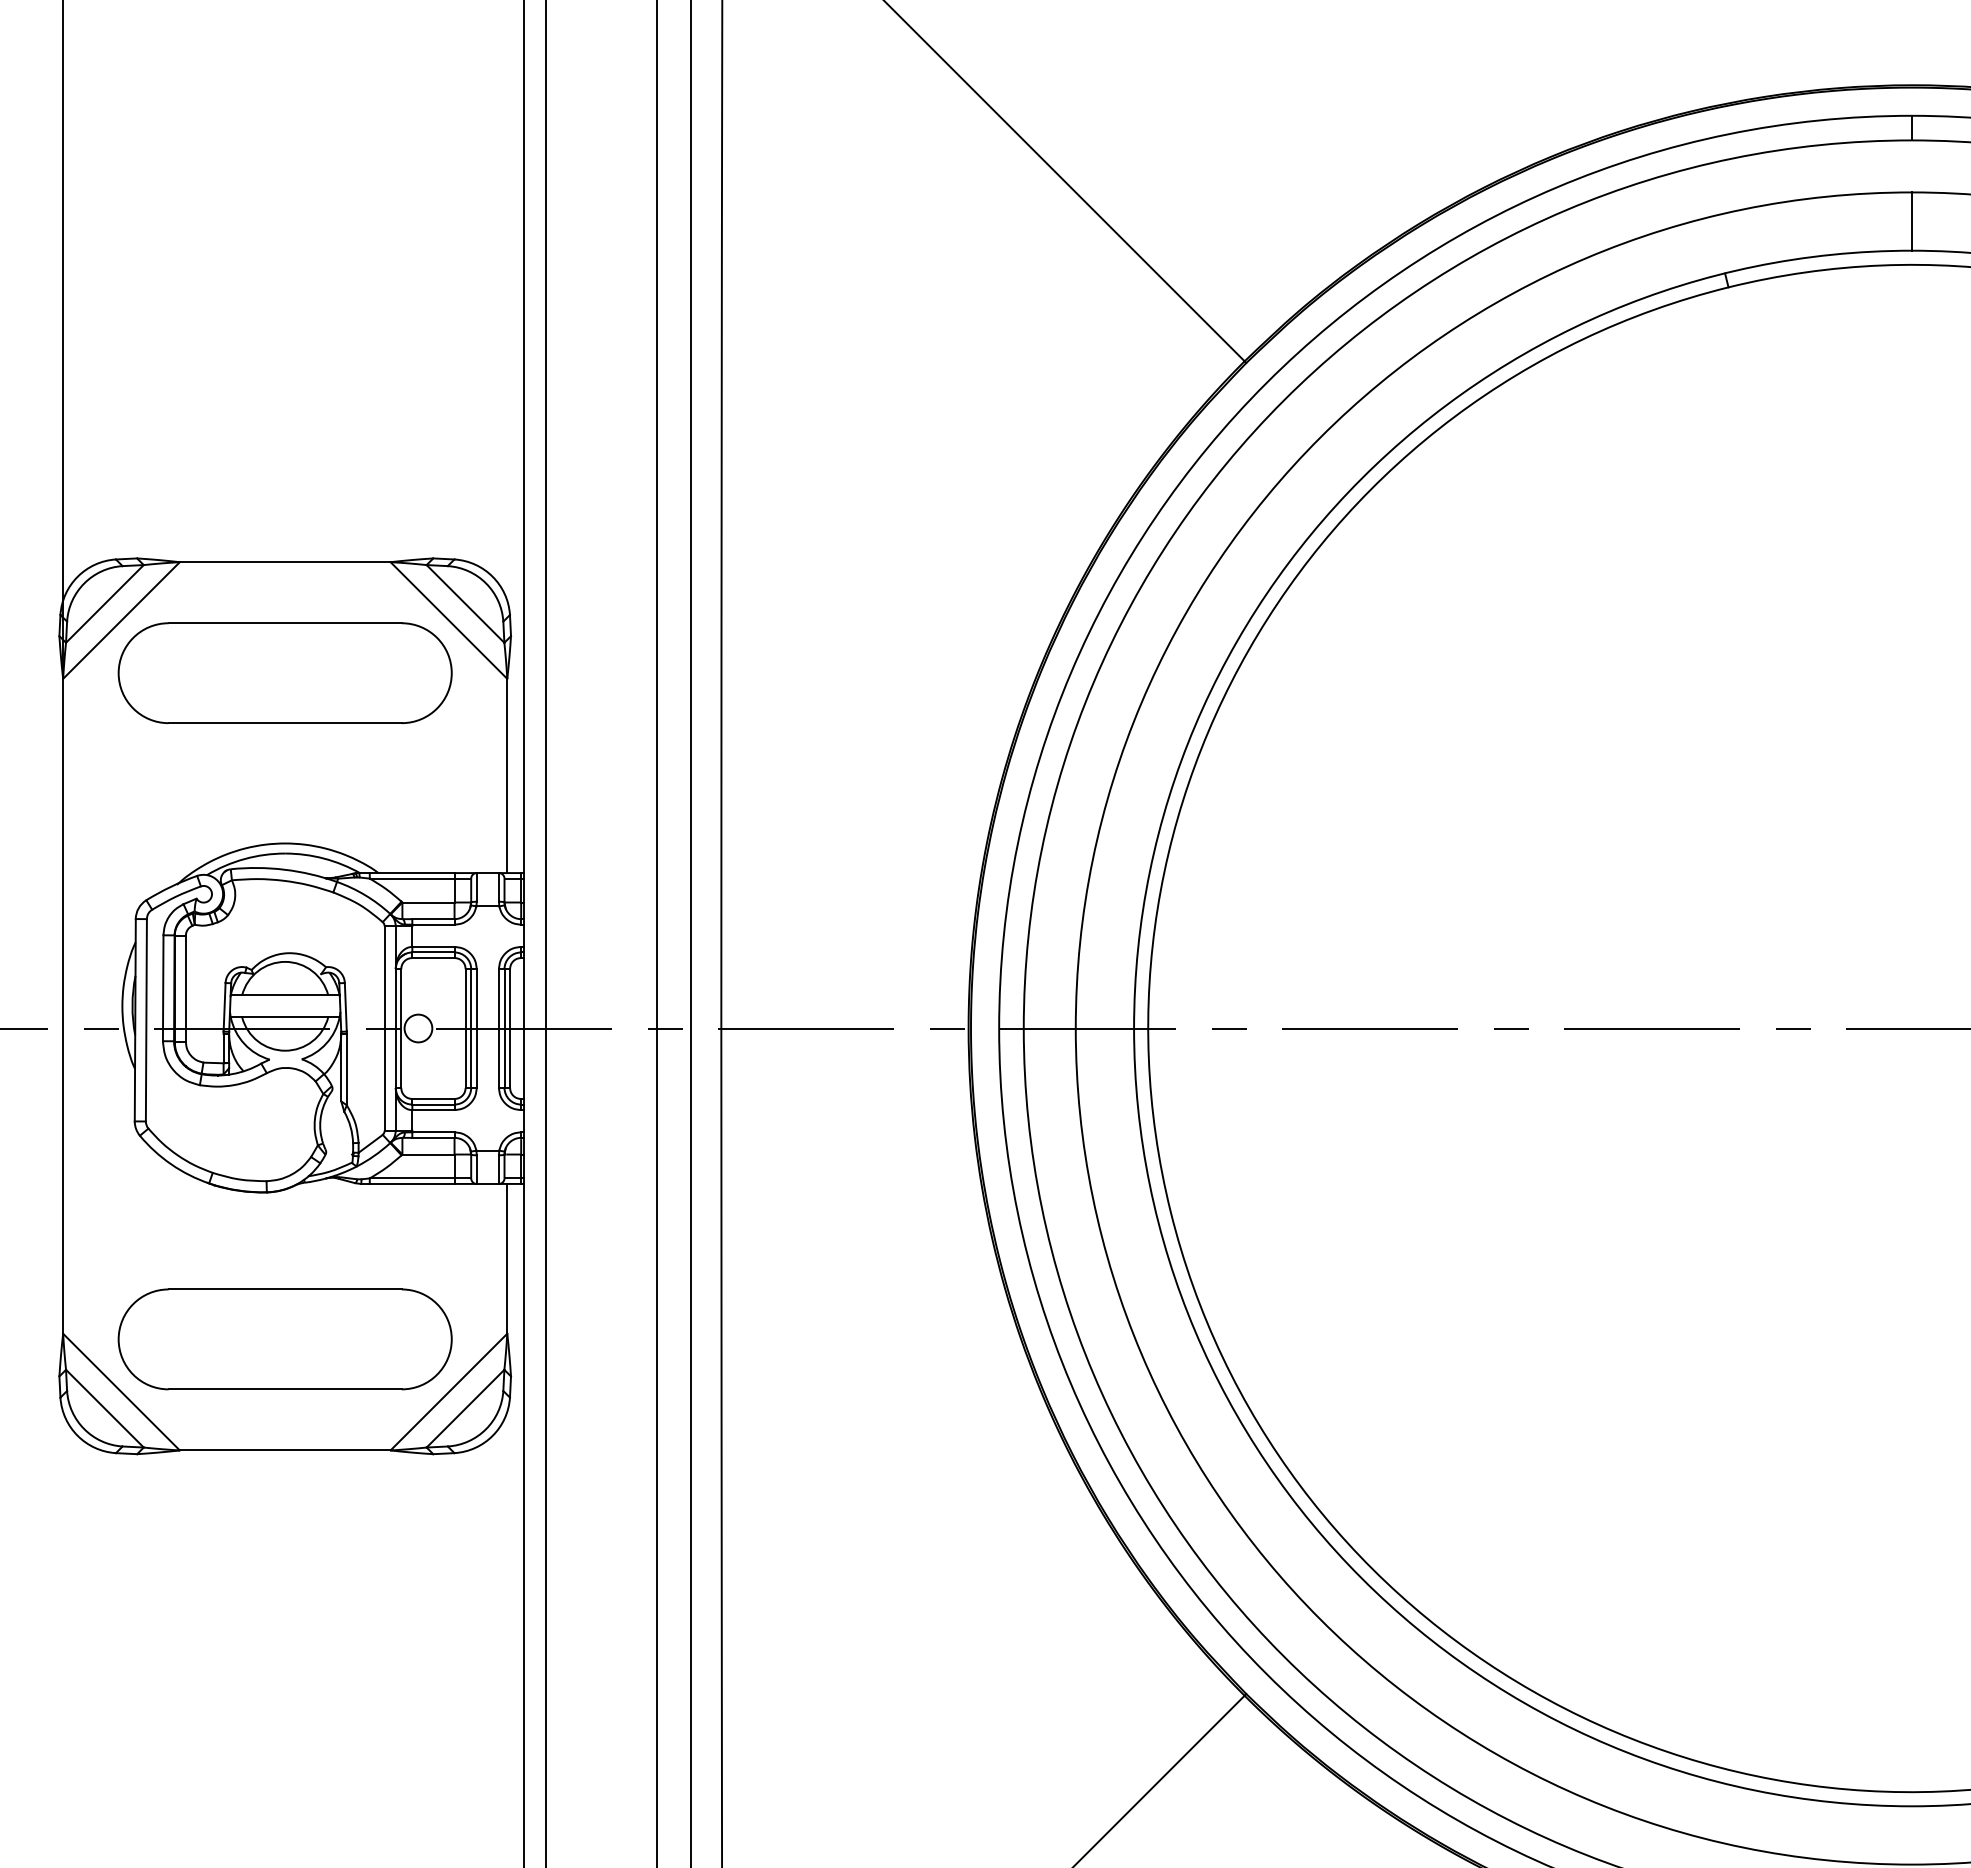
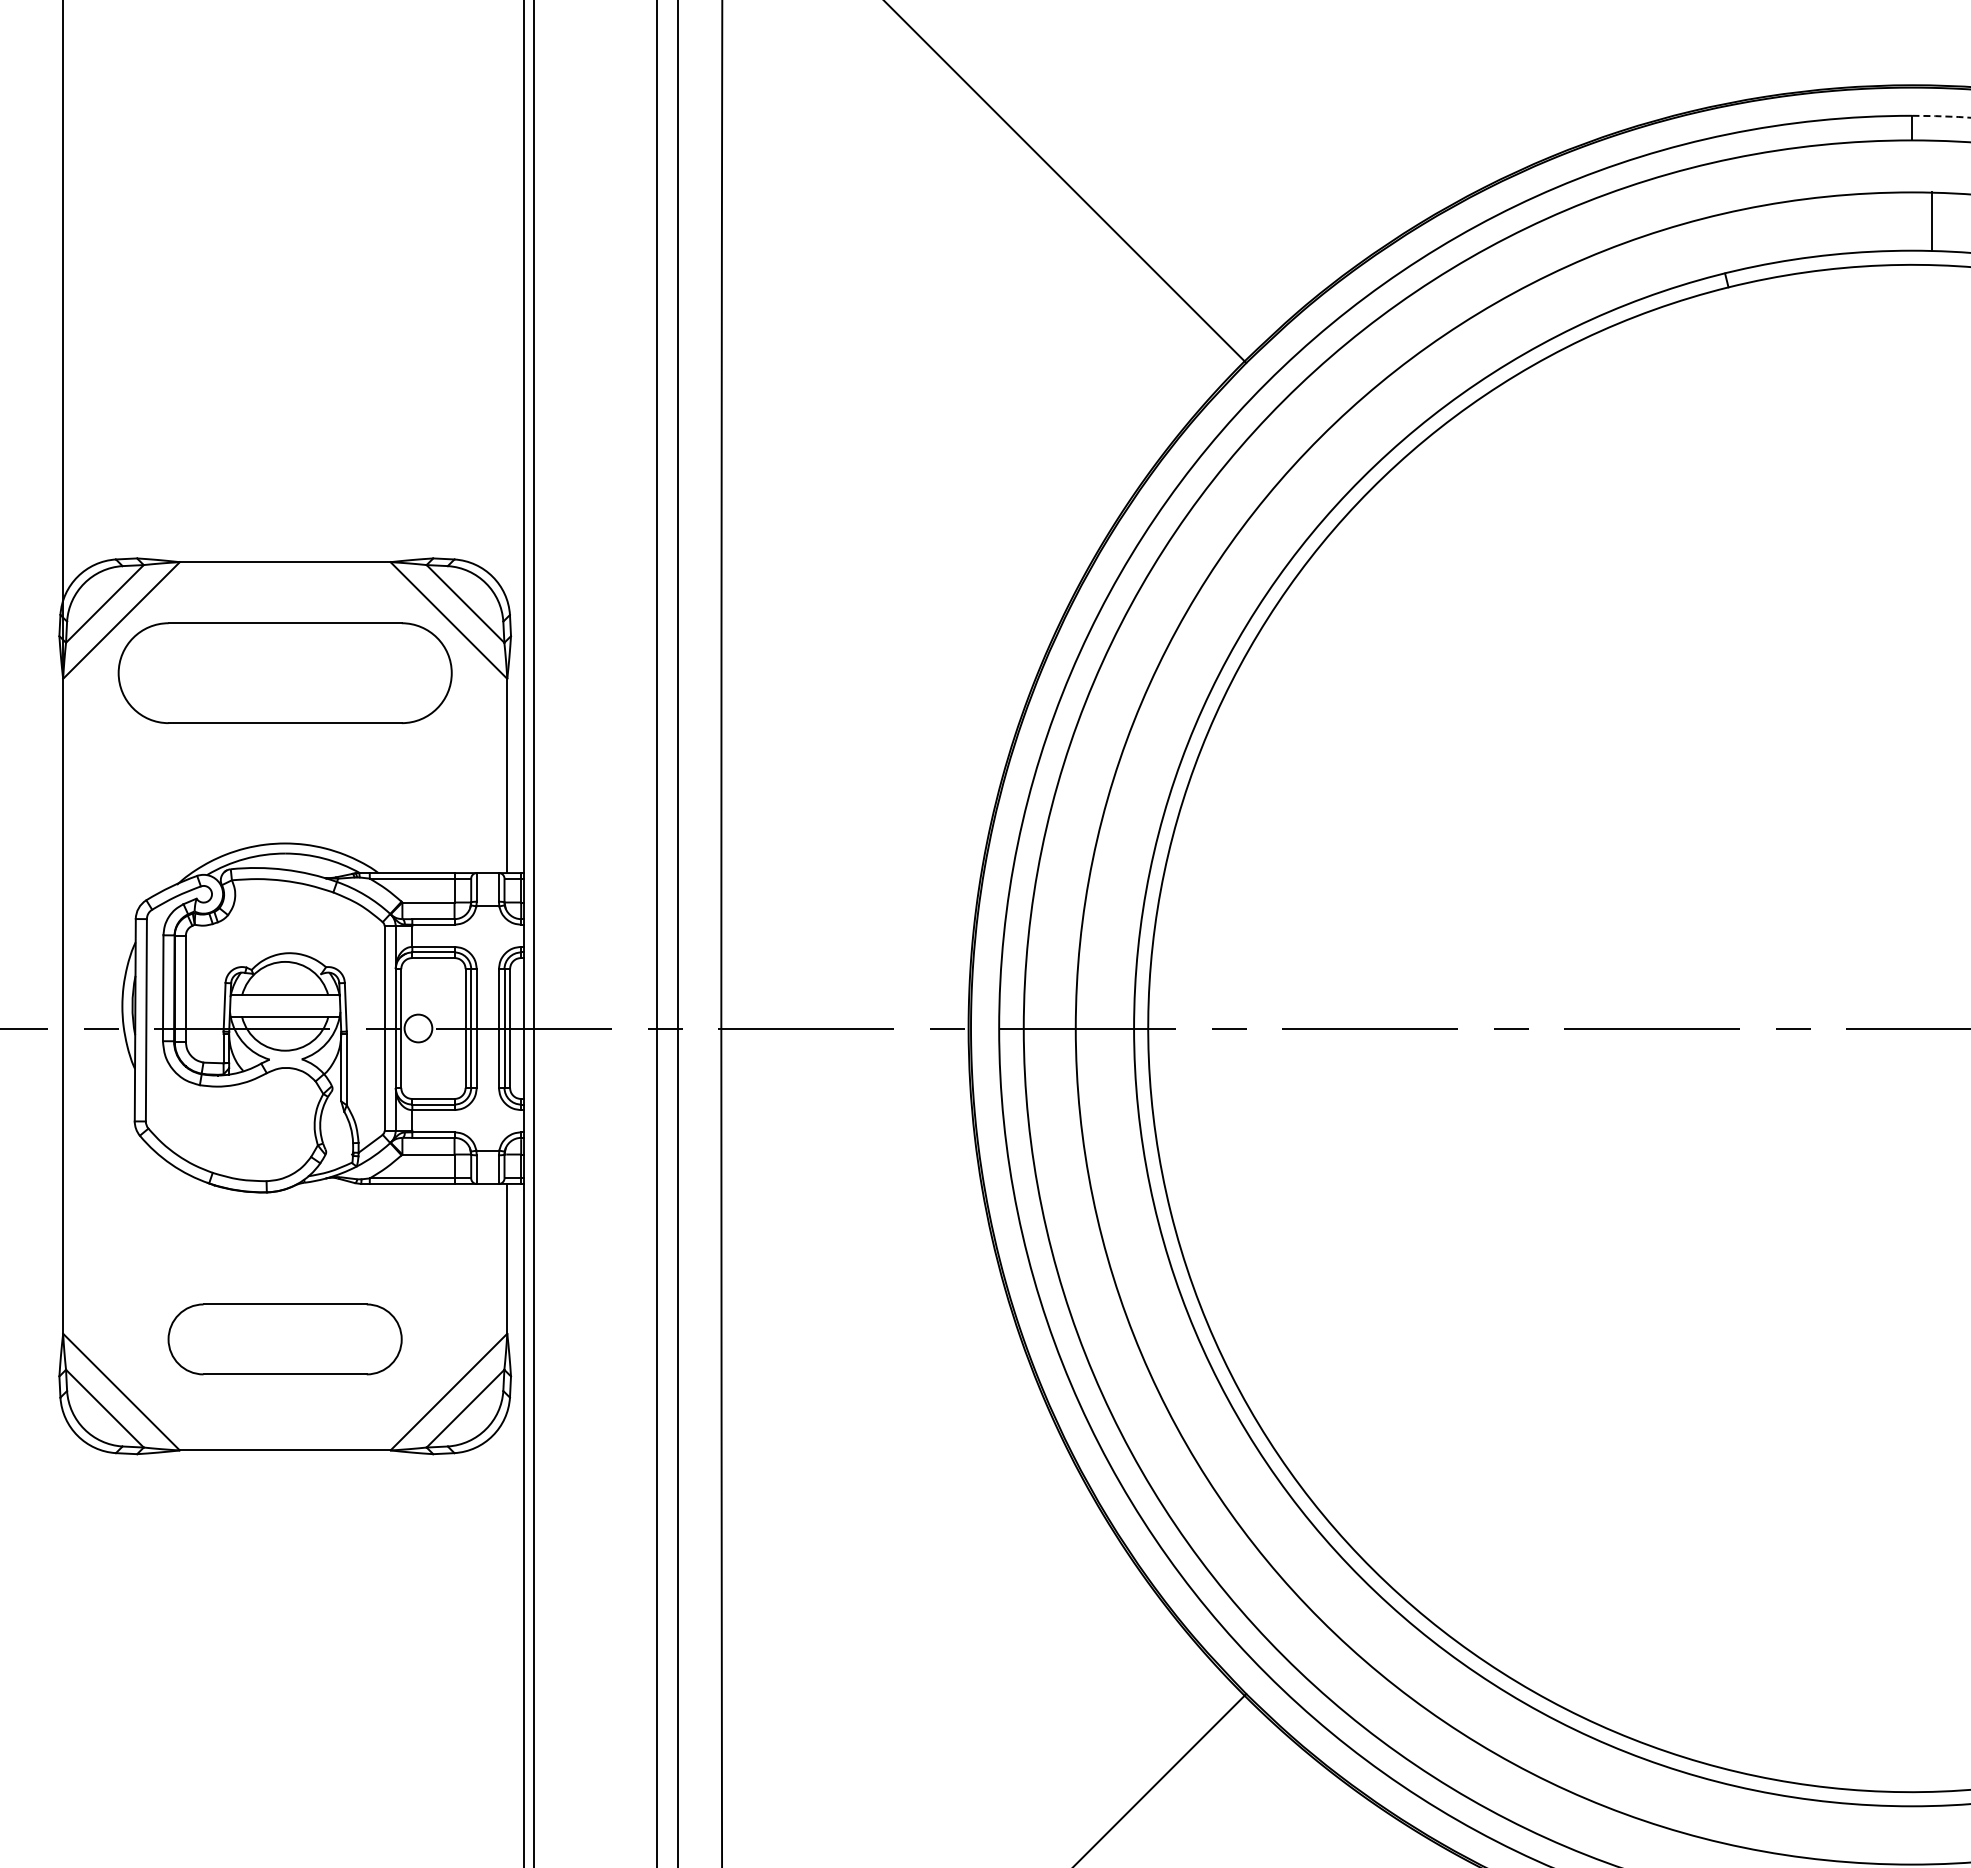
arc at (1941, 116): solid -> dashed
line at (1911, 221) position: (1911, 221) -> (1931, 221)
line at (546, 933) position: (546, 933) -> (534, 933)
line at (690, 933) position: (690, 933) -> (677, 933)
part at (284, 1339) size: 336x103 px -> 236x73 px
